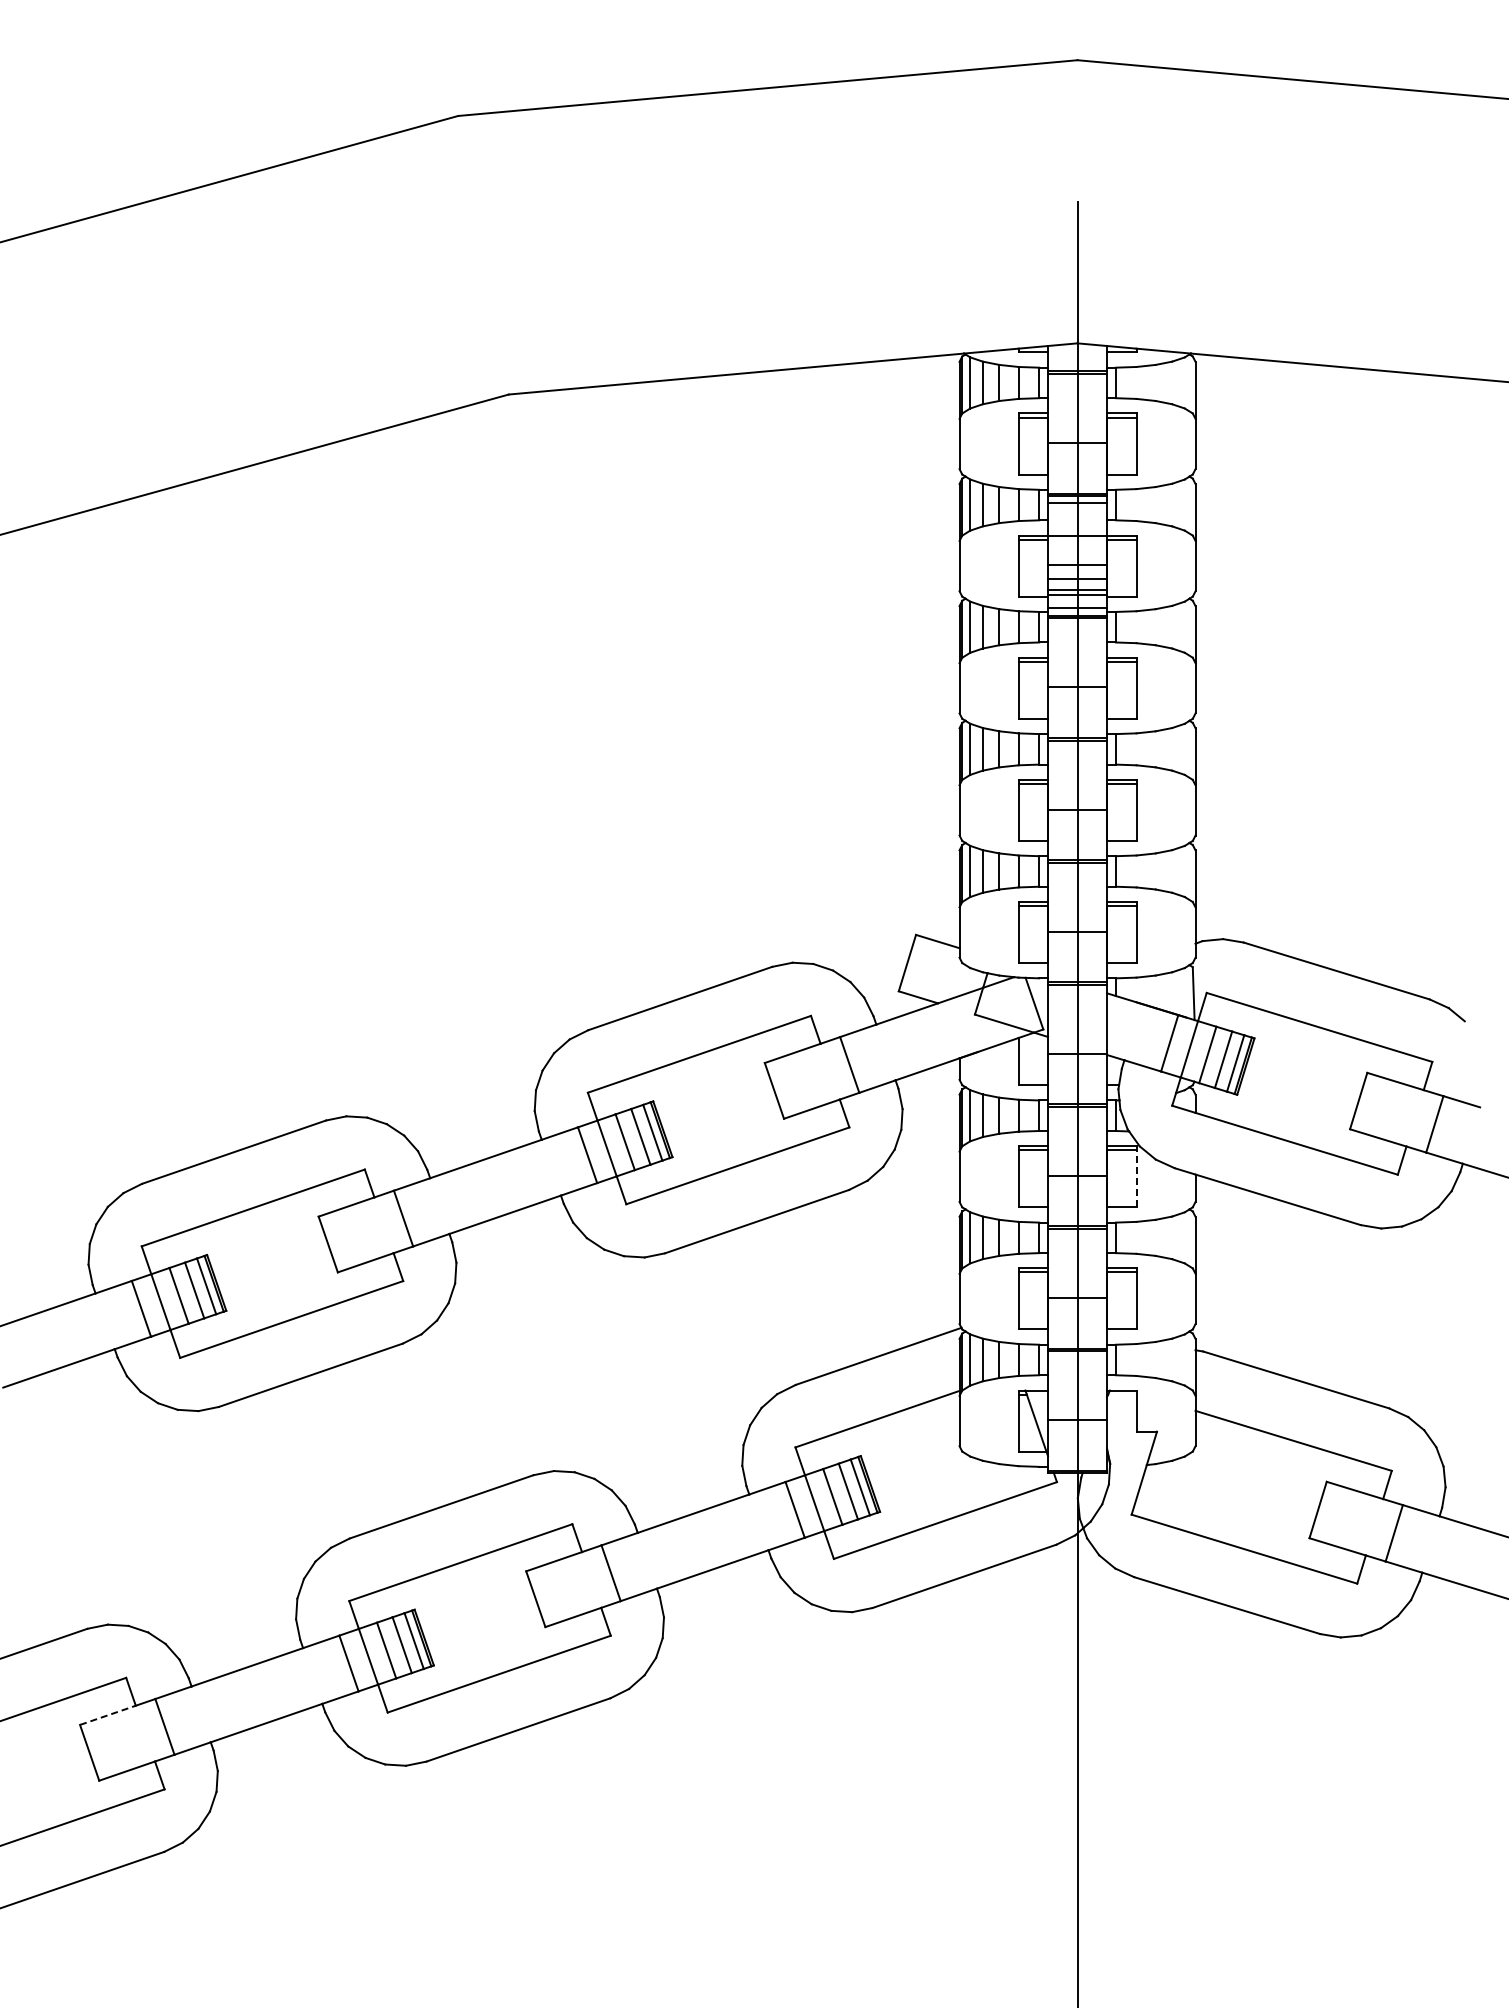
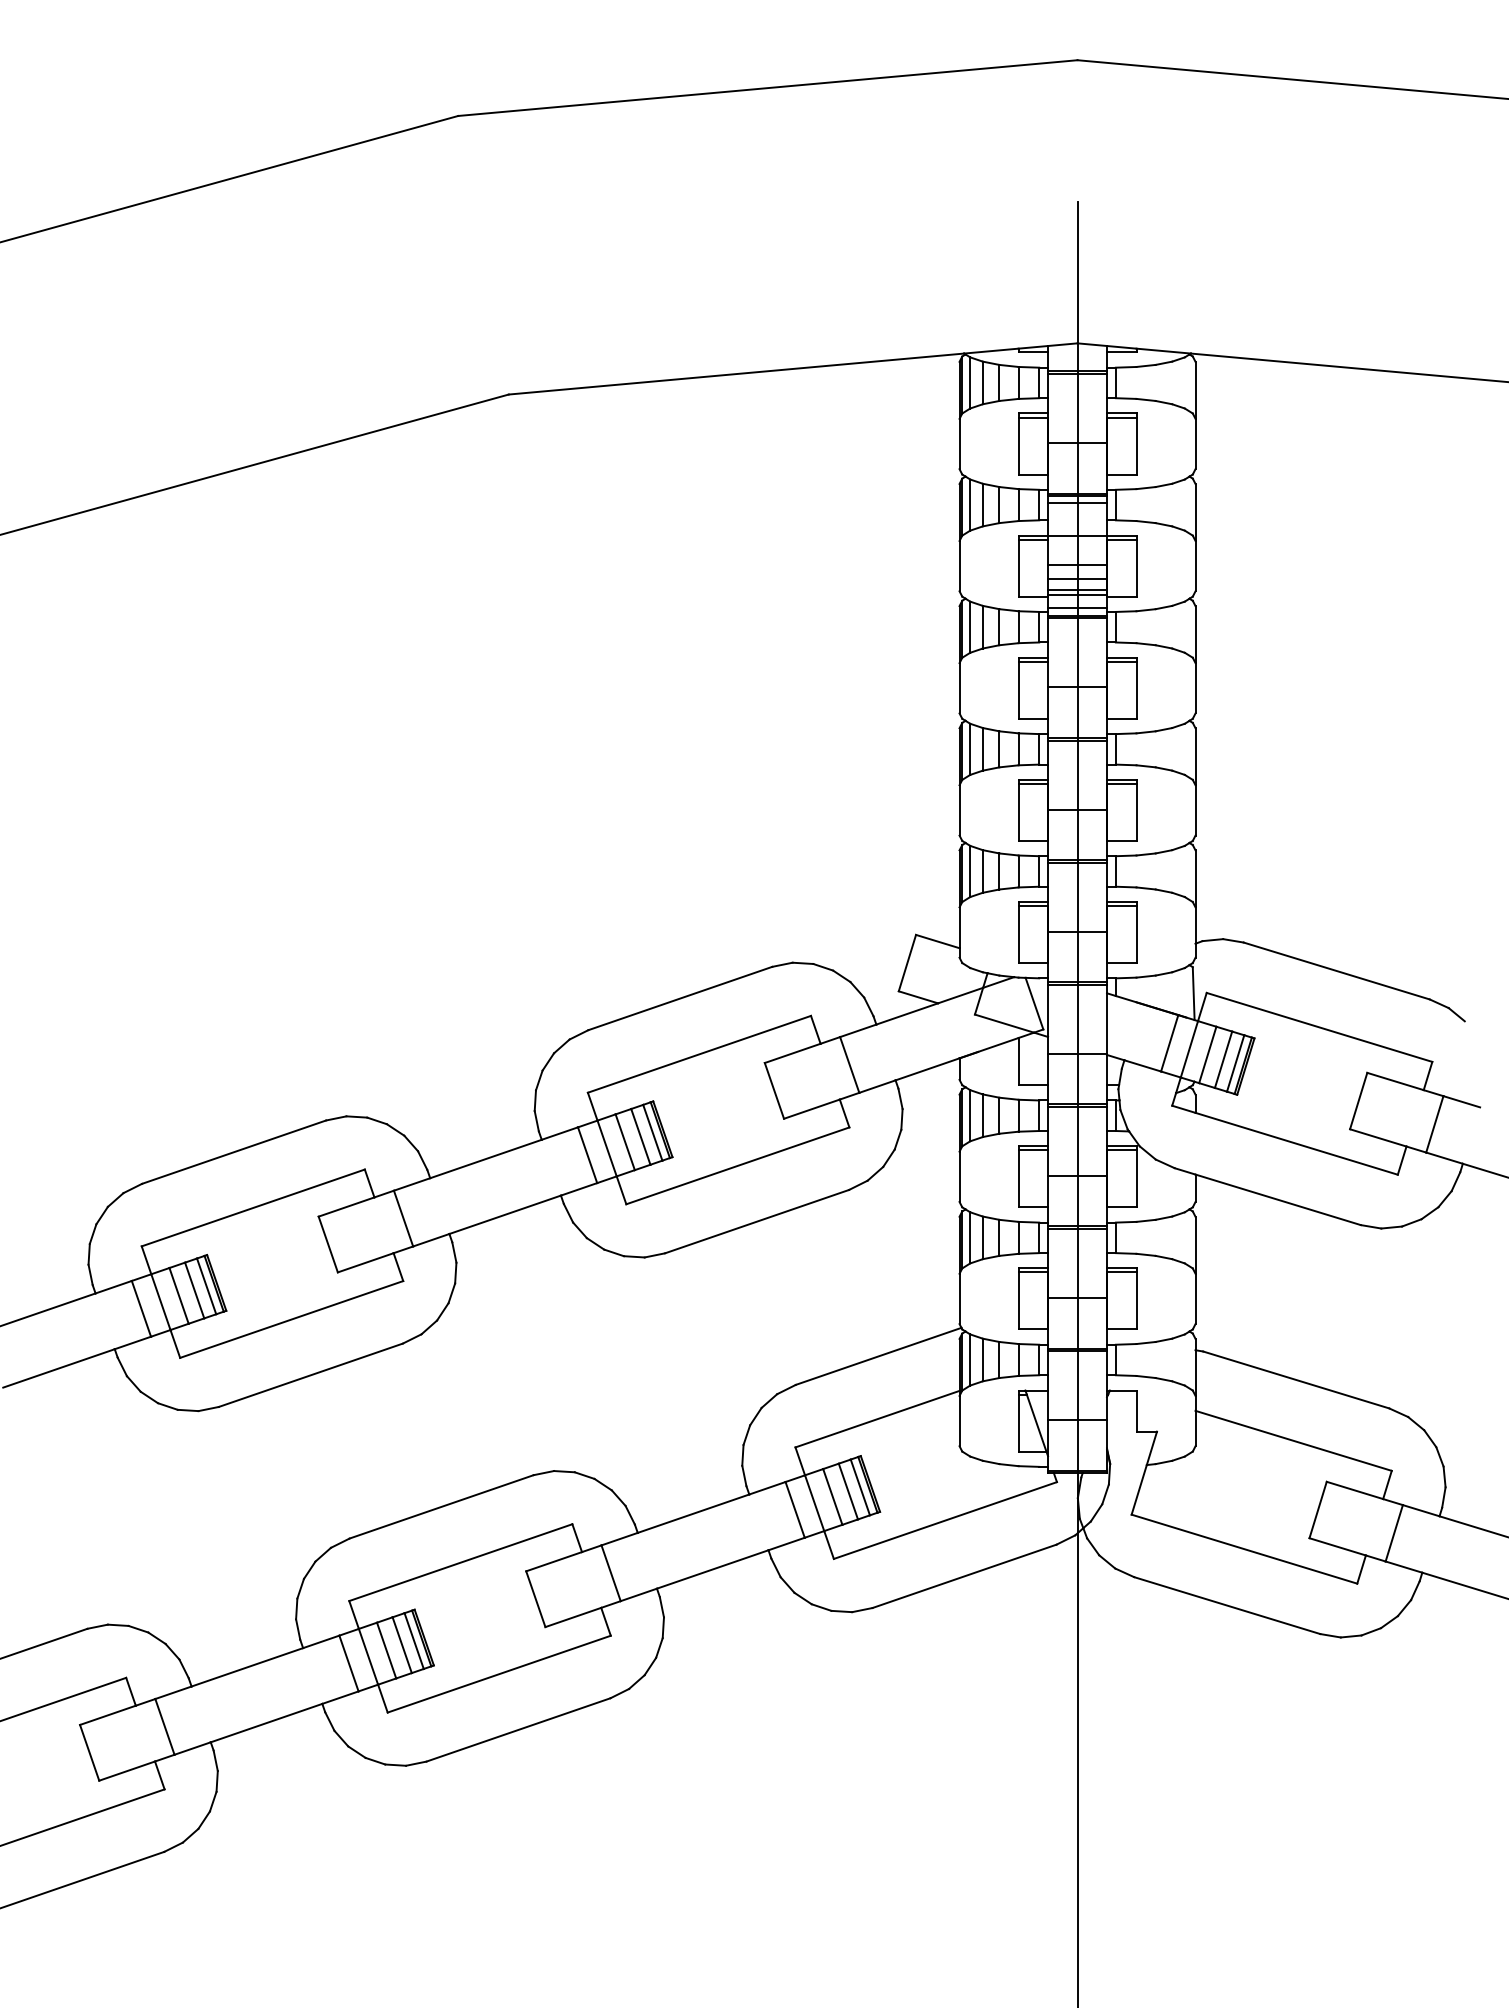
line at (1136, 1178): dashed -> solid
line at (108, 1715): dashed -> solid
